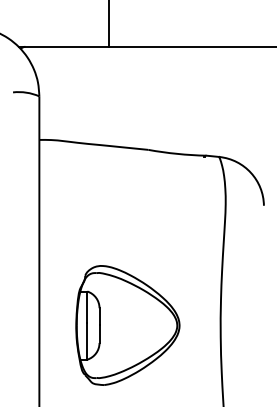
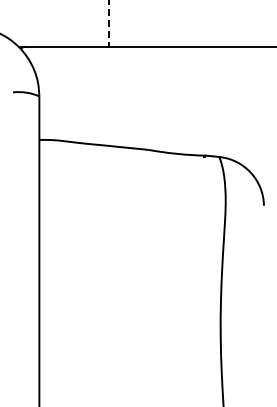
line at (108, 23): solid -> dashed
part at (127, 325): present -> none
